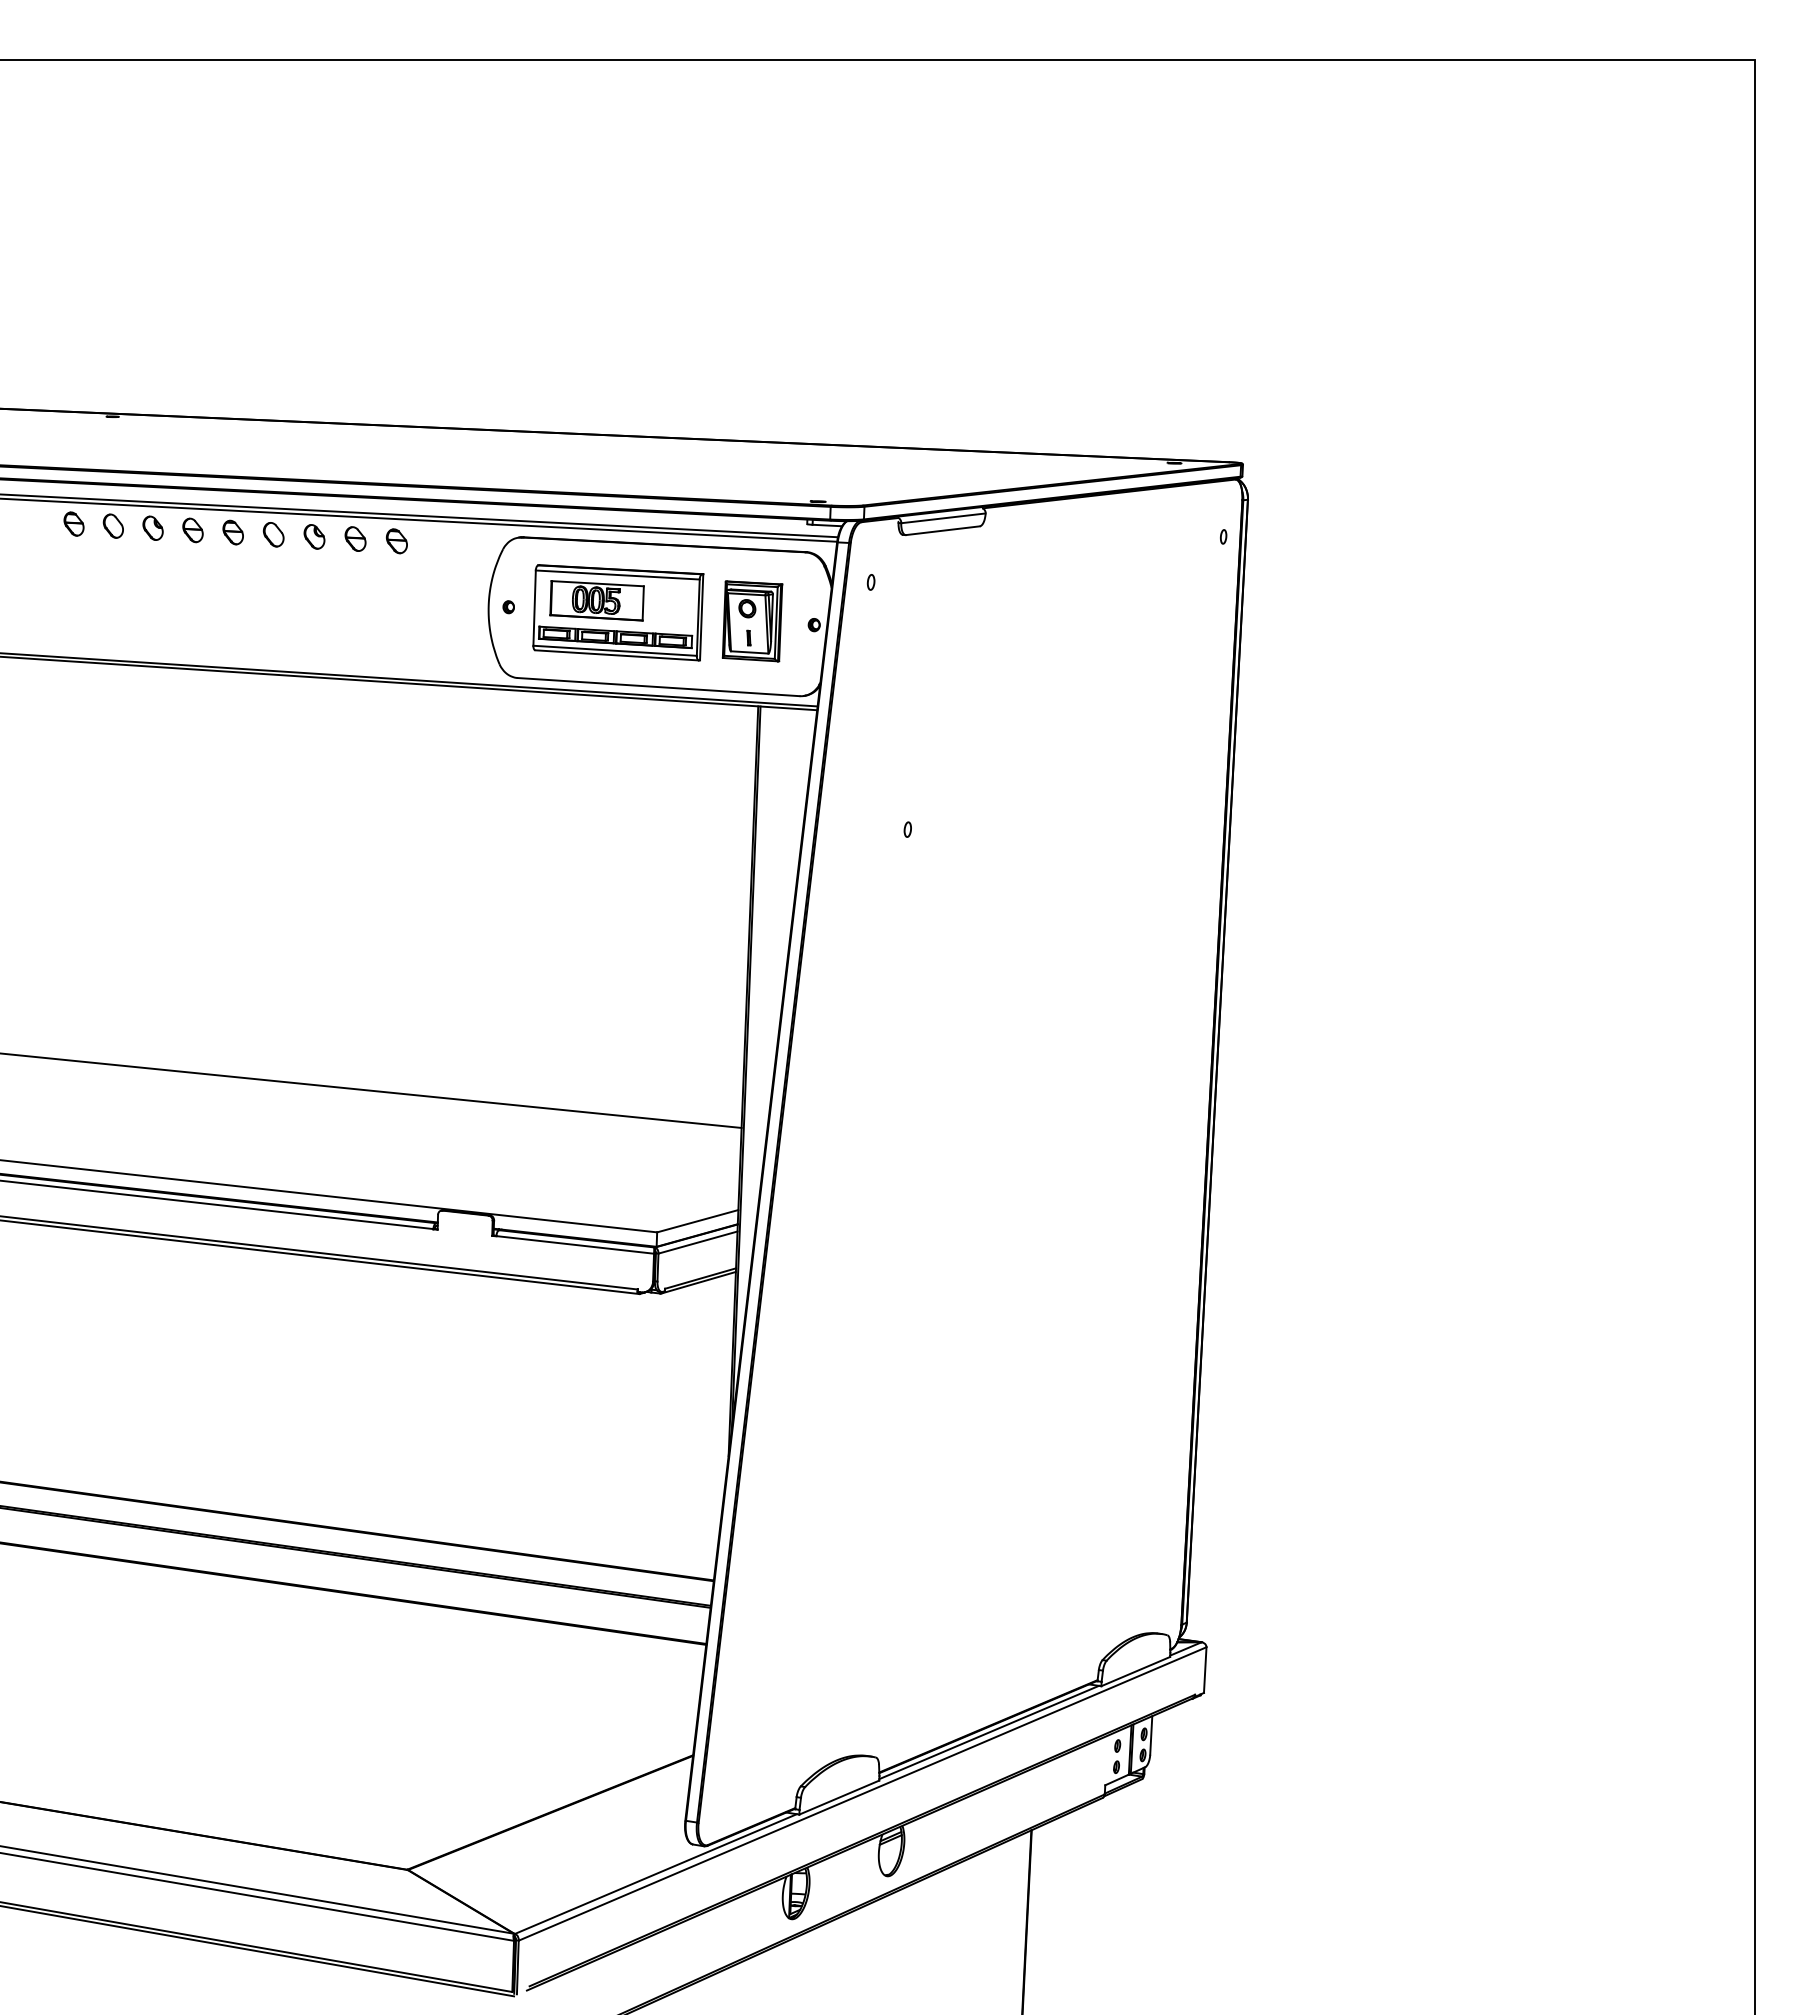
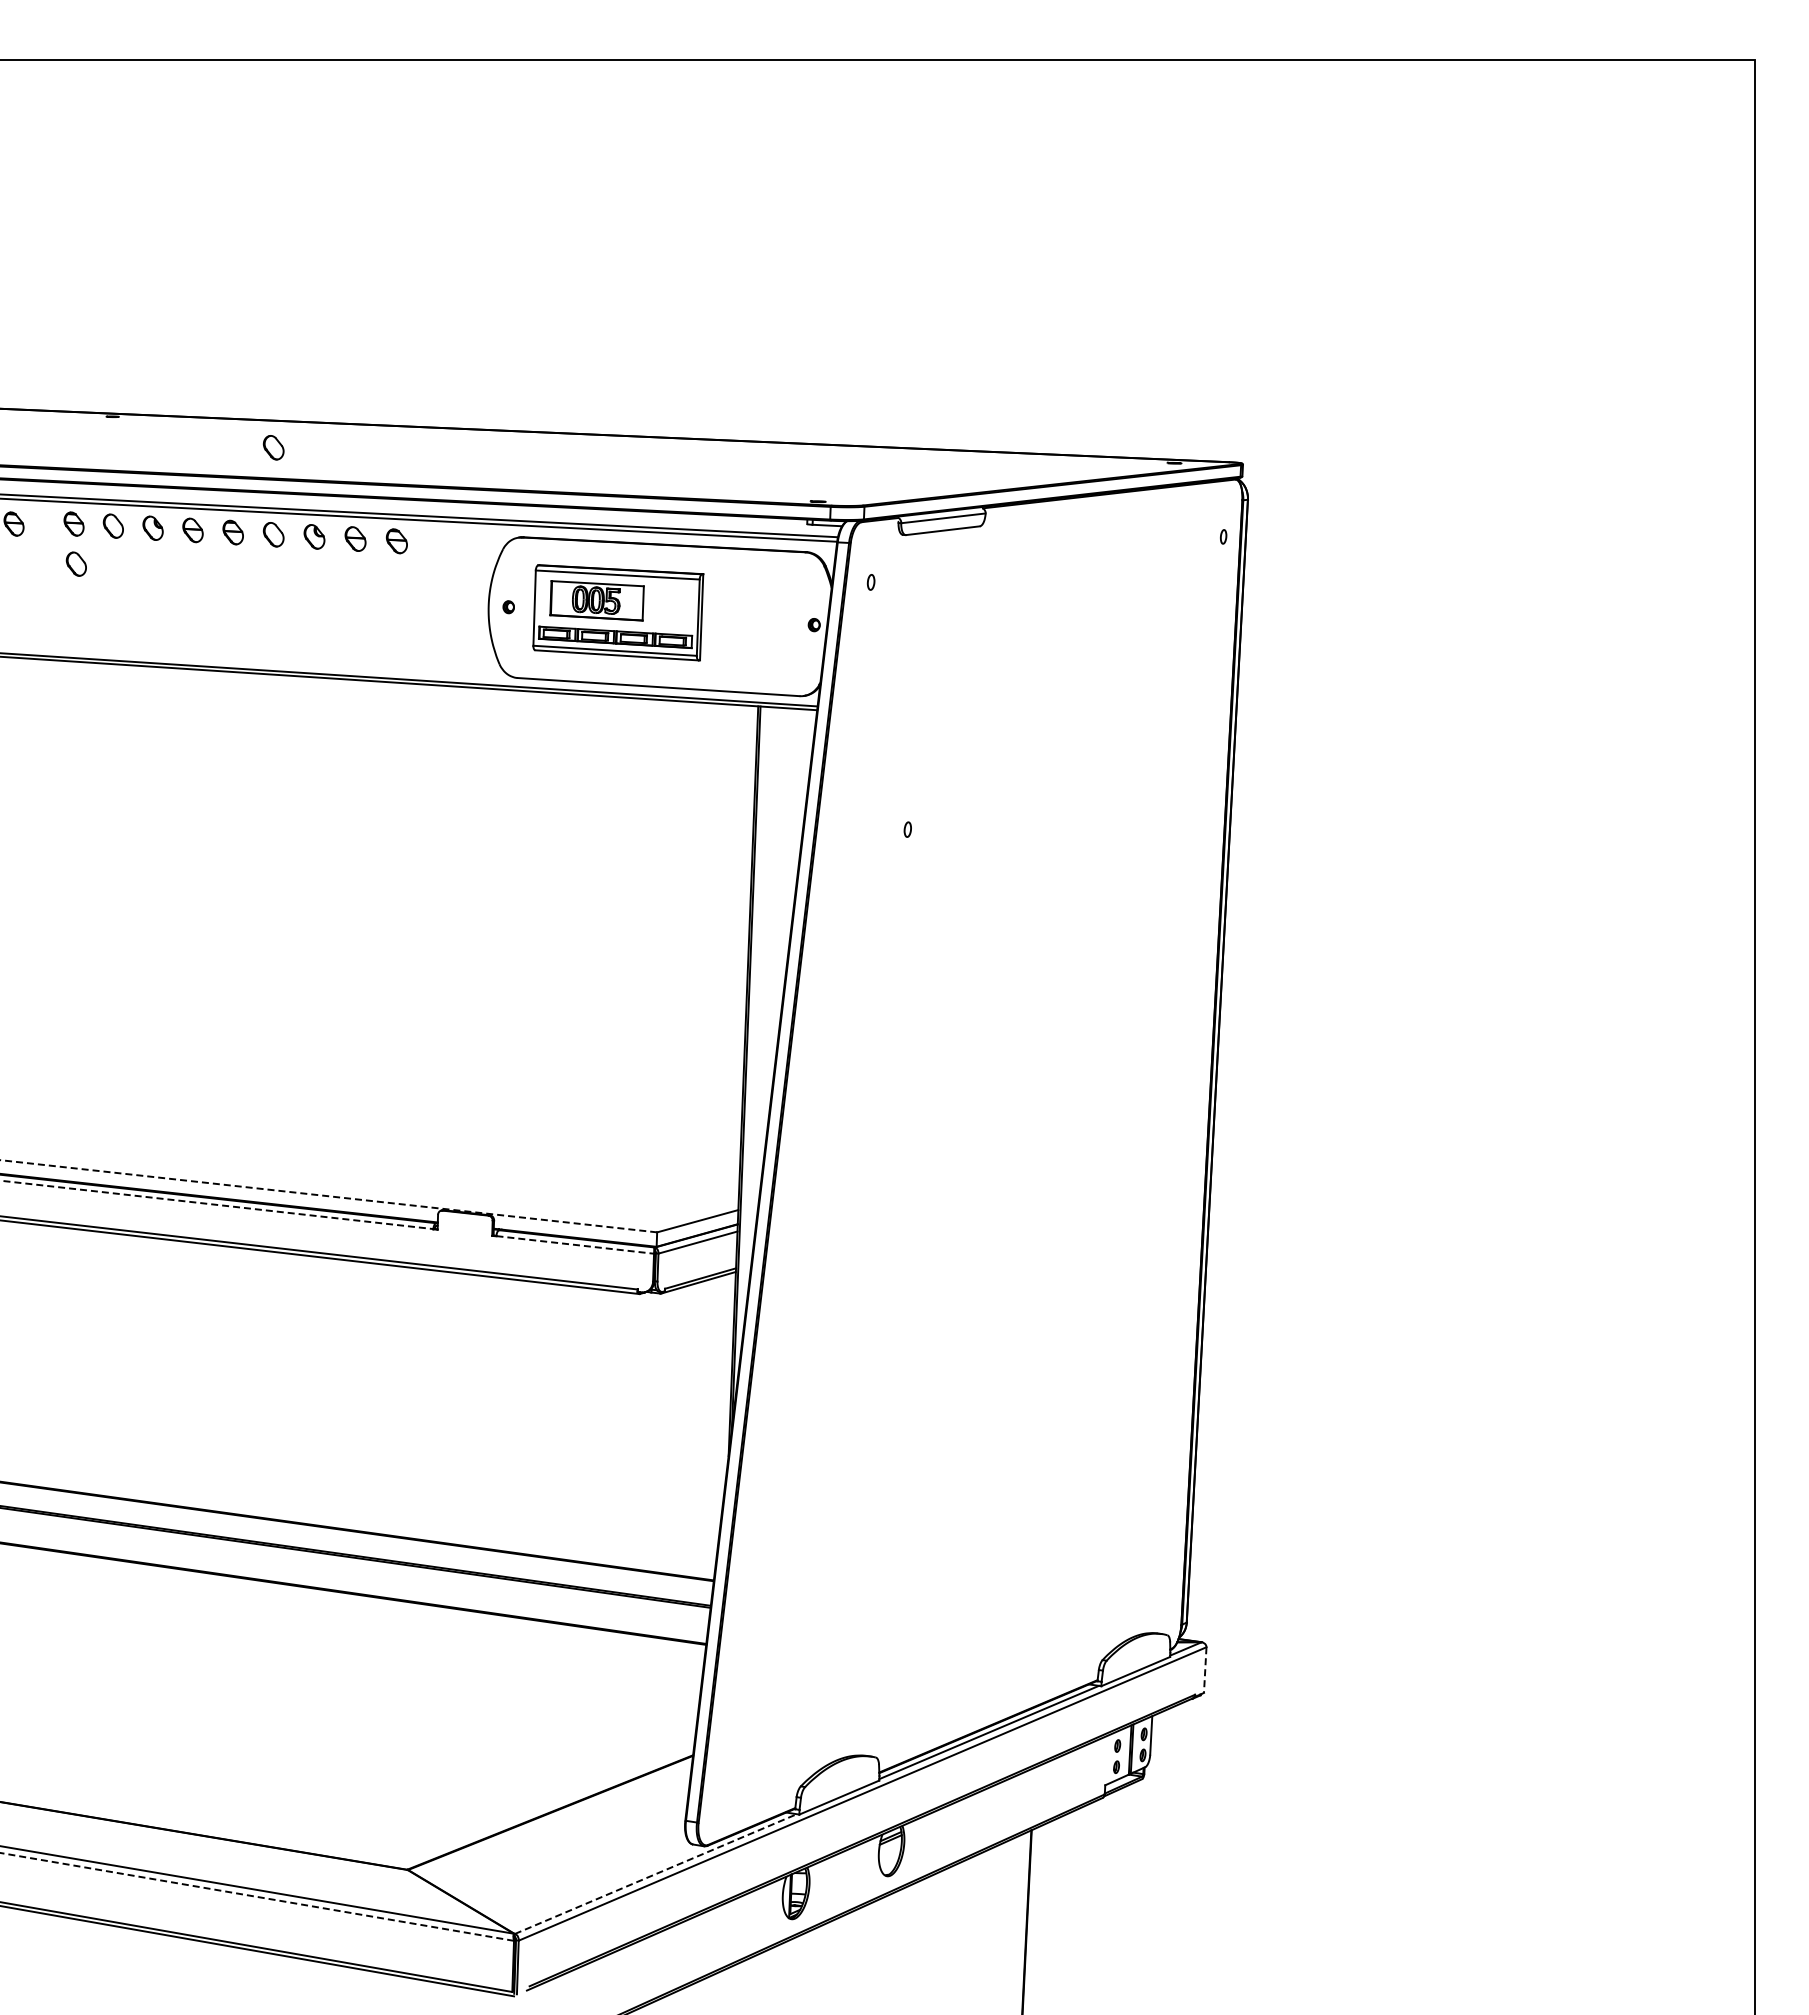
part at (273, 447): none -> present
part at (13, 523): none -> present
part at (75, 563): none -> present
part at (752, 621): present -> none
line at (371, 1090): present -> none
line at (328, 1196): solid -> dashed
line at (216, 1204): solid -> dashed
line at (575, 1244): solid -> dashed
line at (1205, 1670): solid -> dashed
line at (656, 1873): solid -> dashed
line at (256, 1896): solid -> dashed
